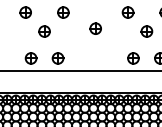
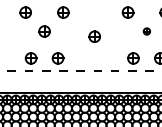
part at (95, 28) position: (95, 28) -> (94, 36)
part at (146, 31) size: 14x13 px -> 9x9 px
line at (81, 70): solid -> dashed
